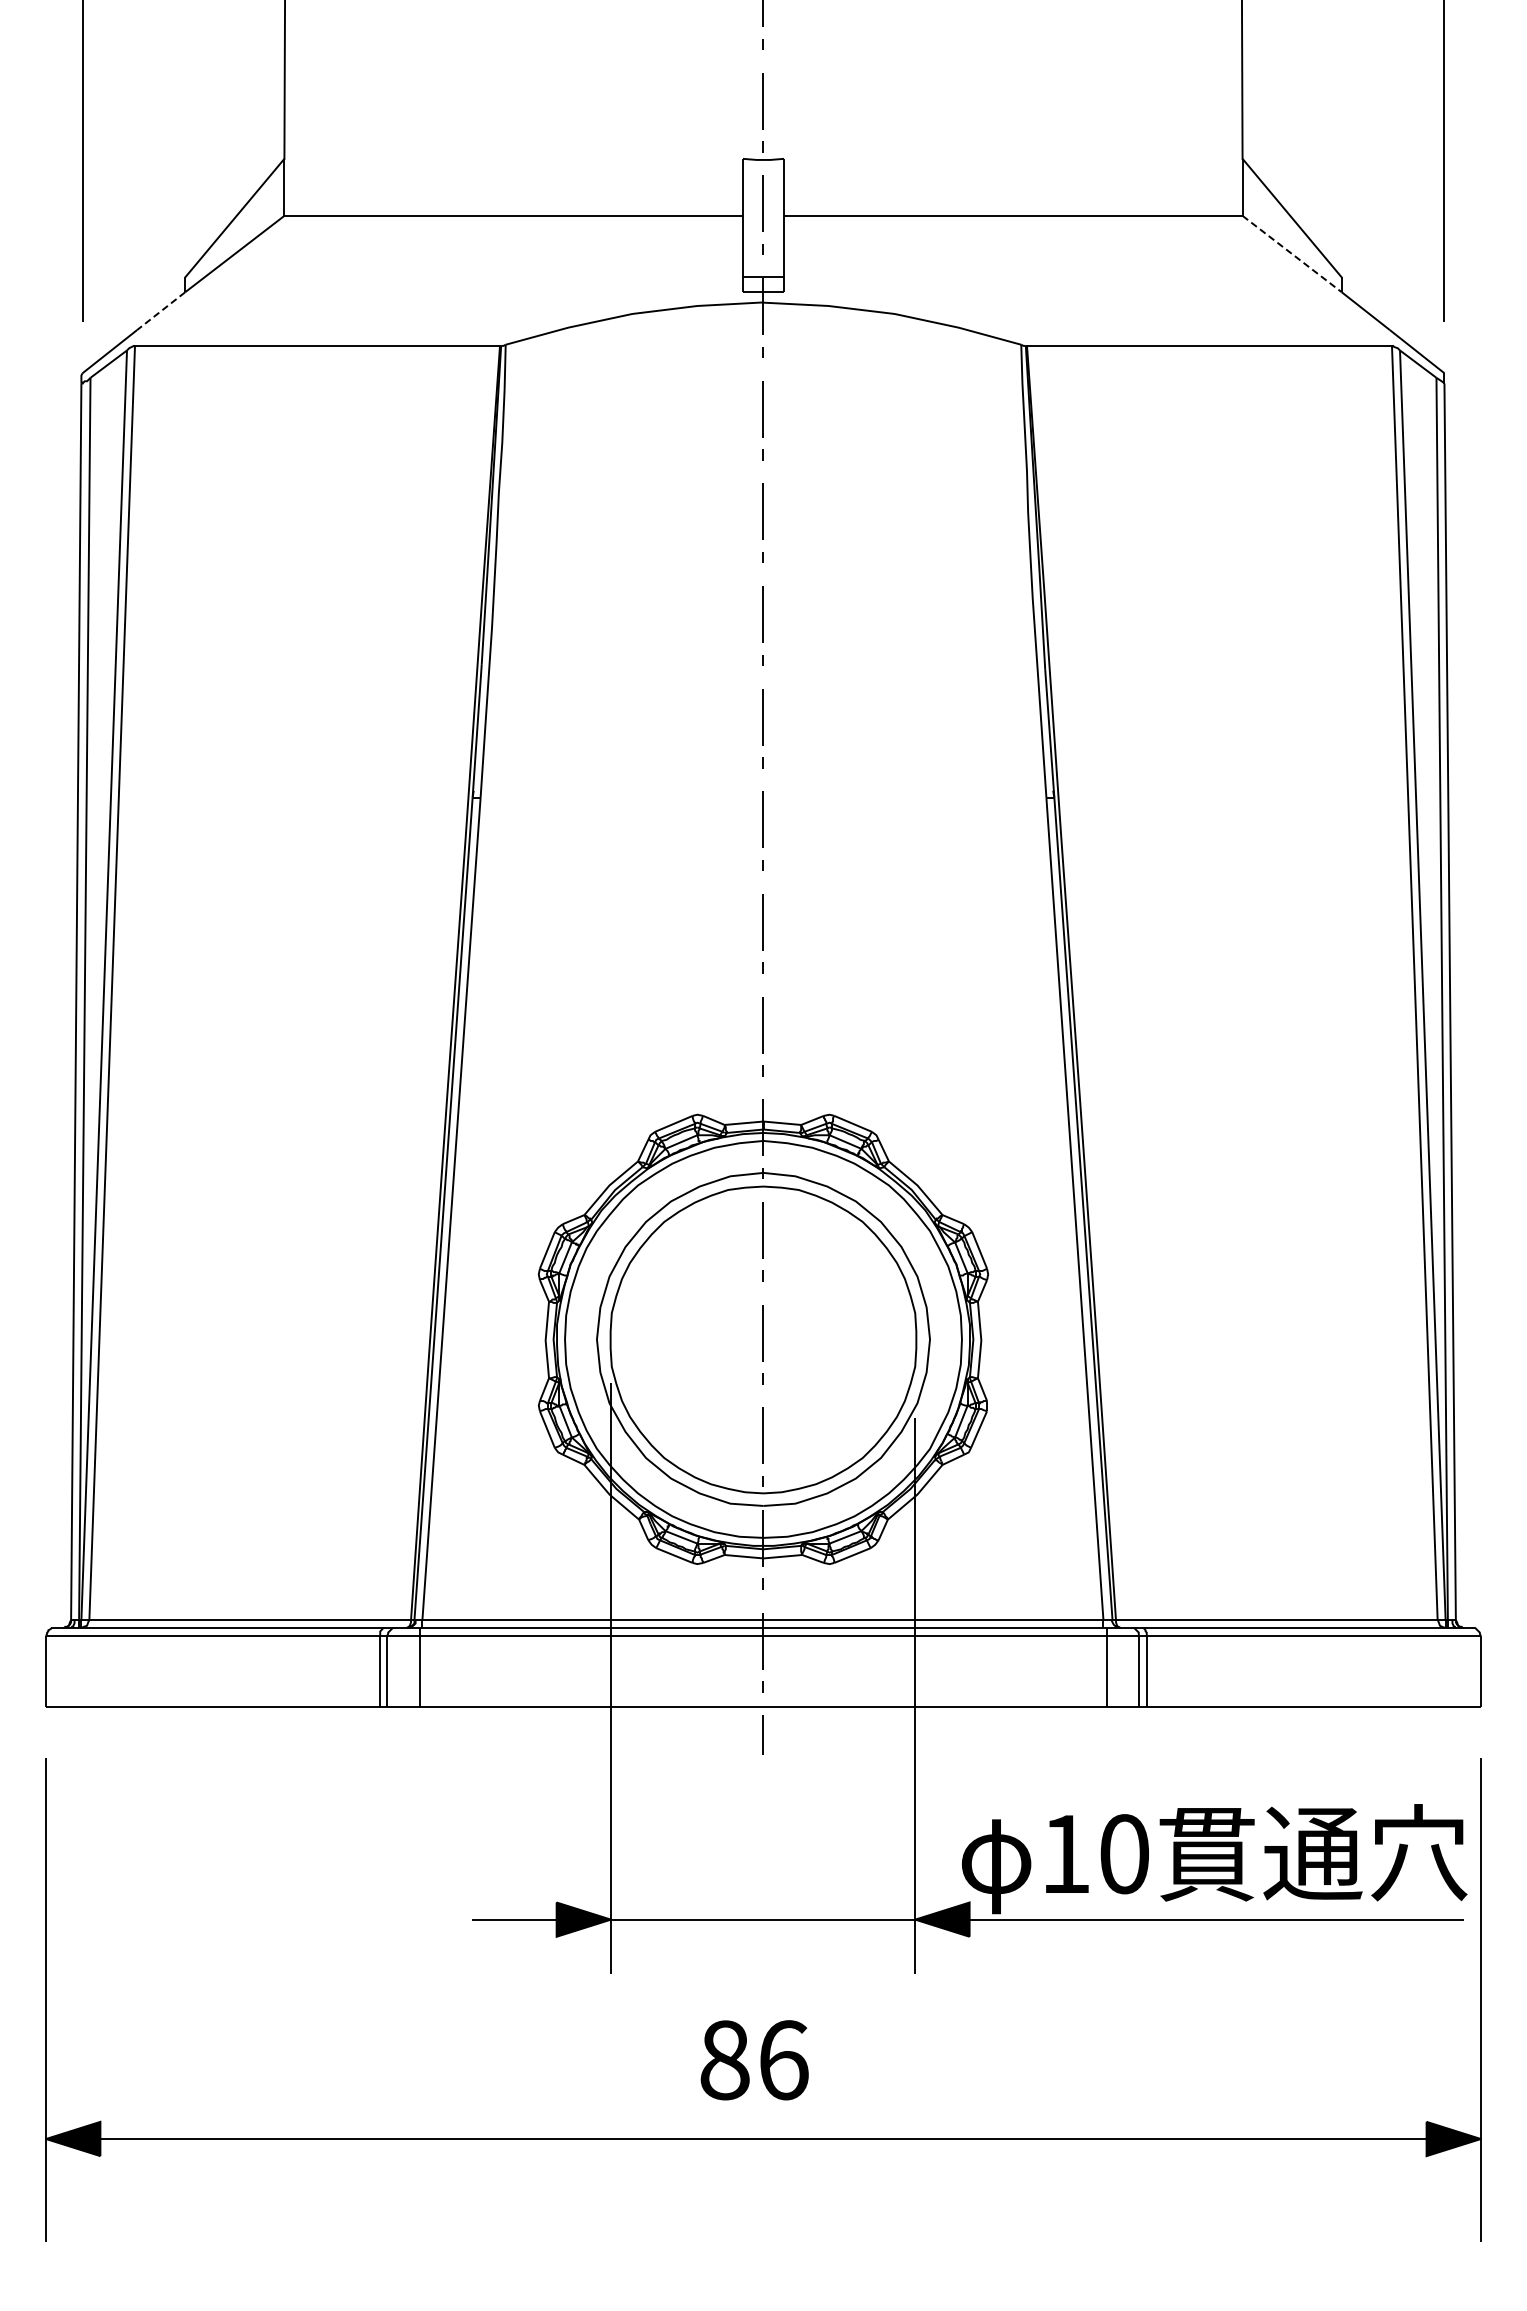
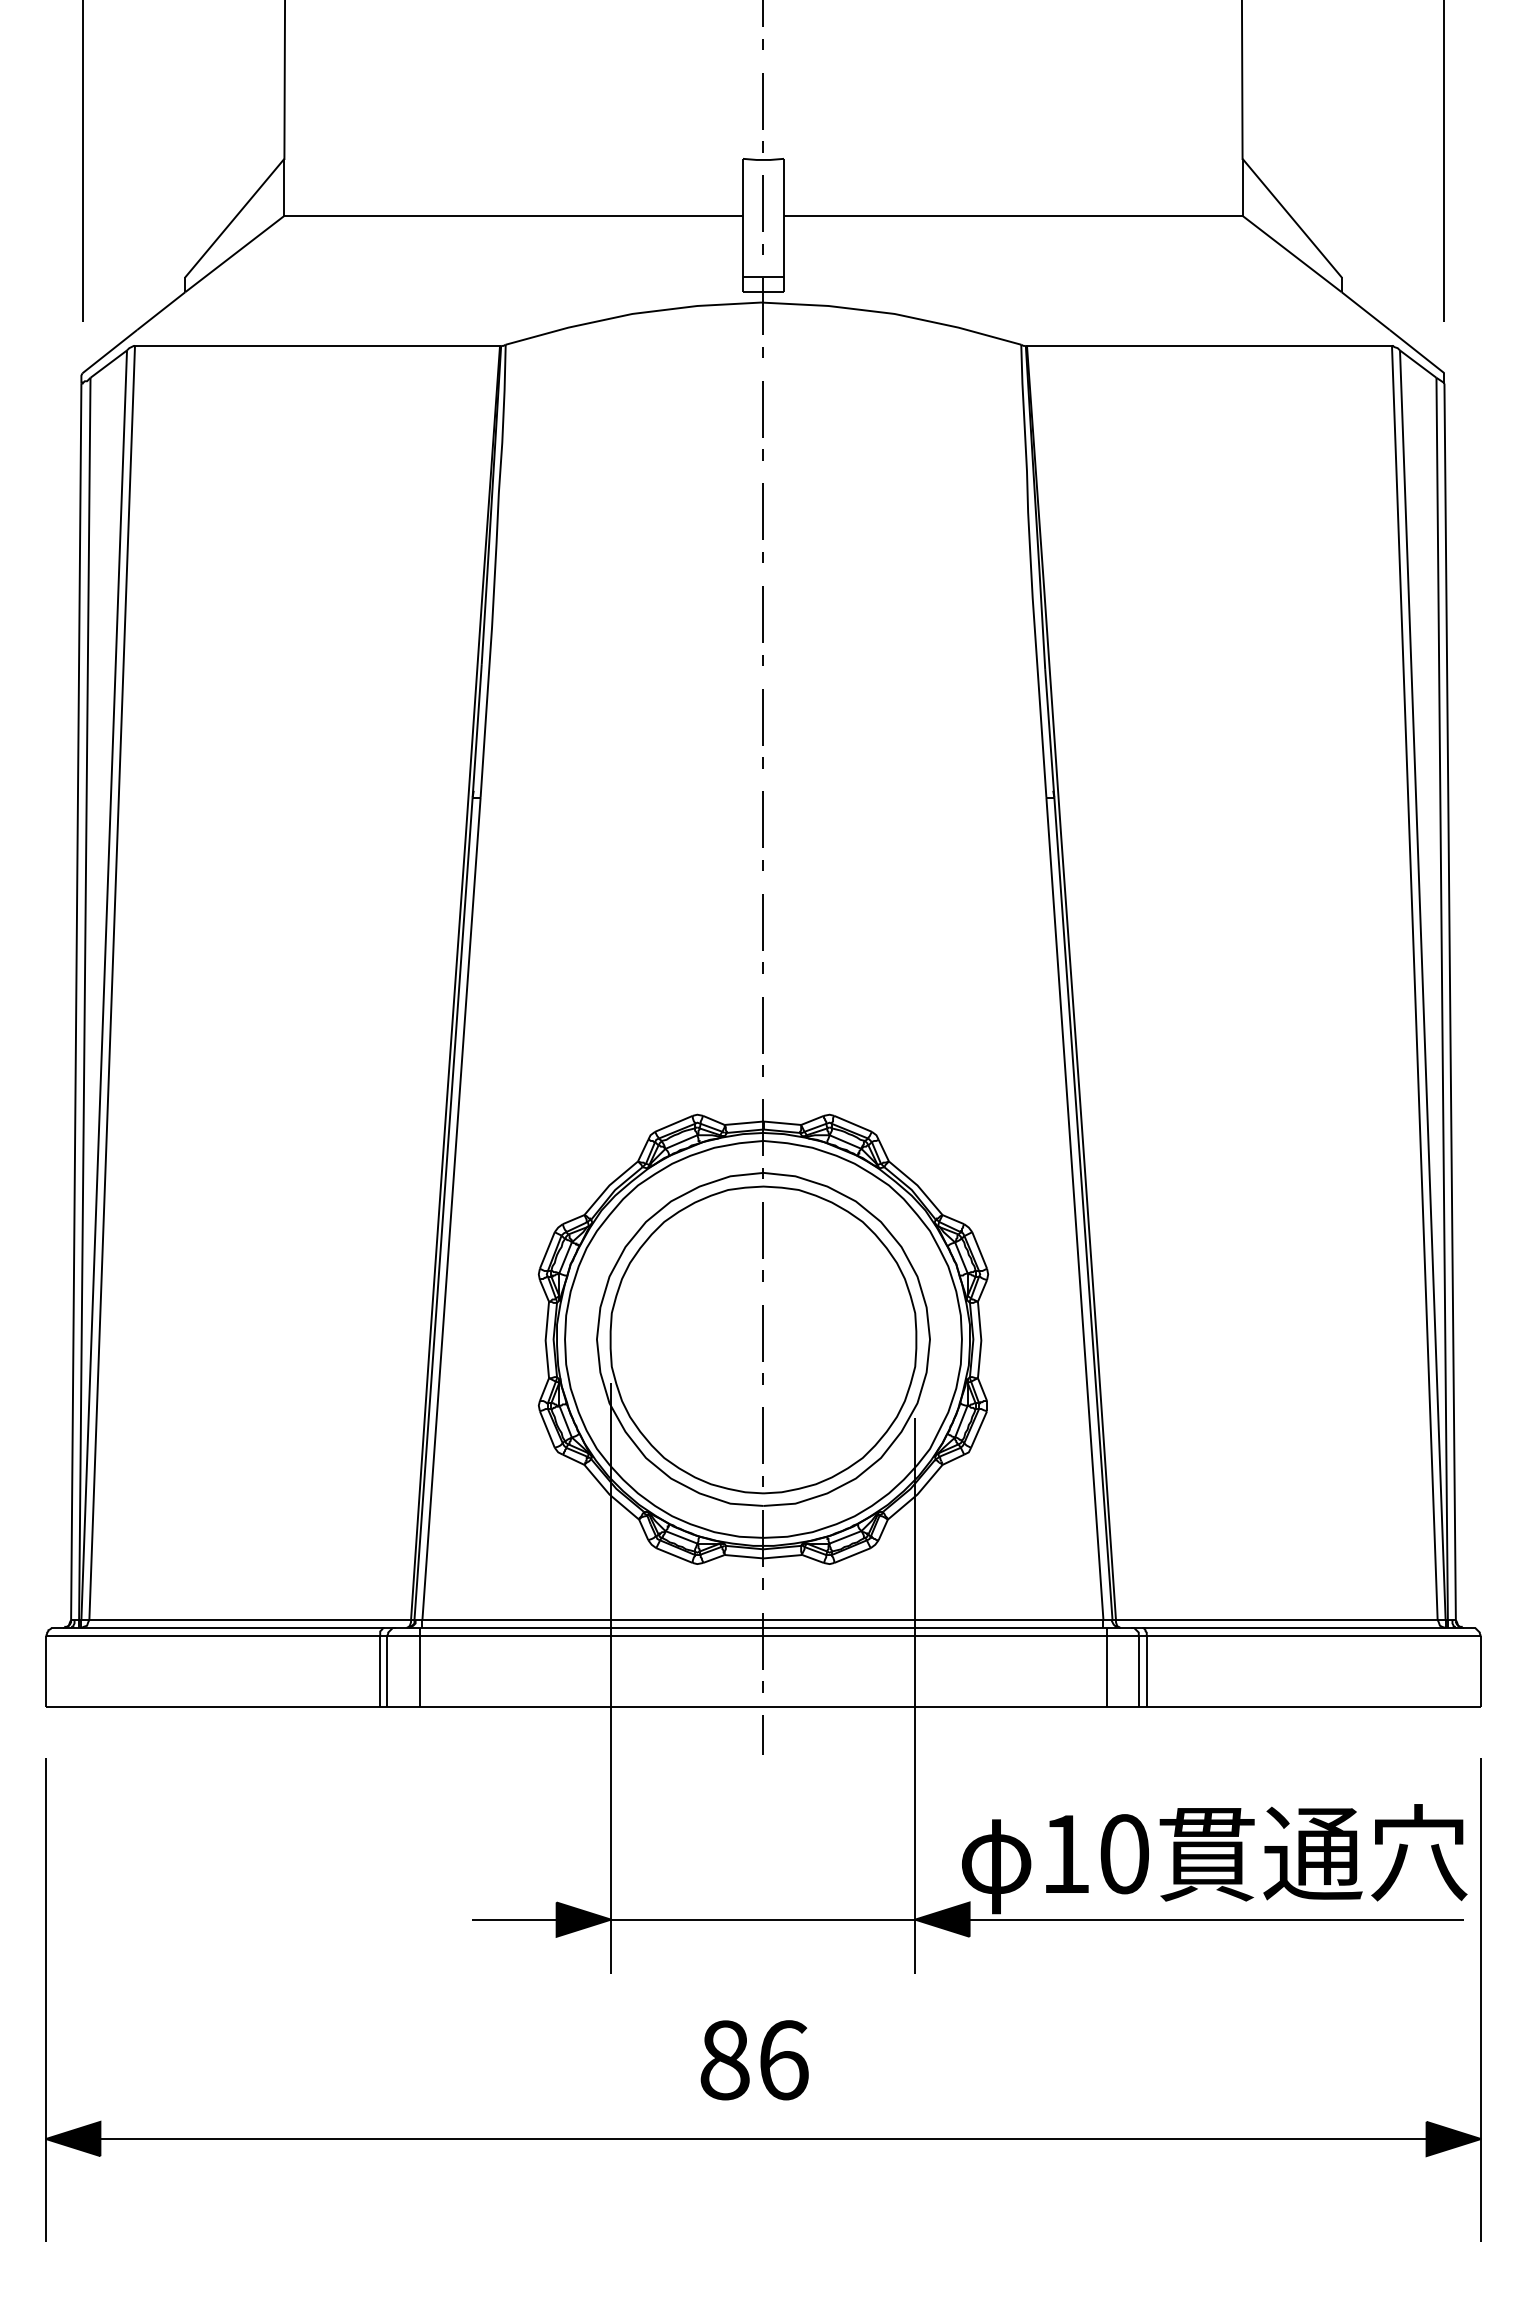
line at (1292, 254): dashed -> solid
line at (160, 311): dashed -> solid
